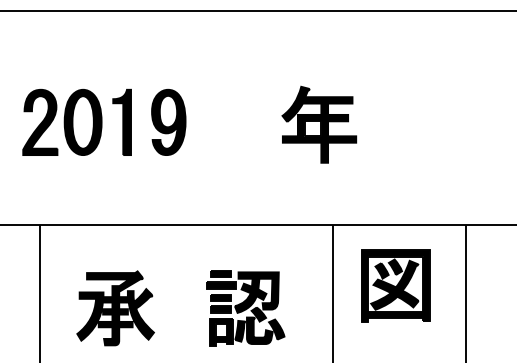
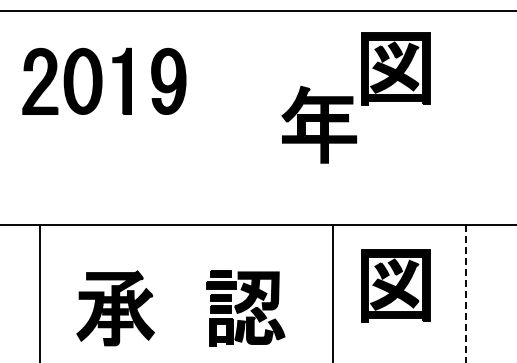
part at (395, 68): none -> present
part at (104, 121) position: (104, 121) -> (104, 80)
line at (466, 293): solid -> dashed
